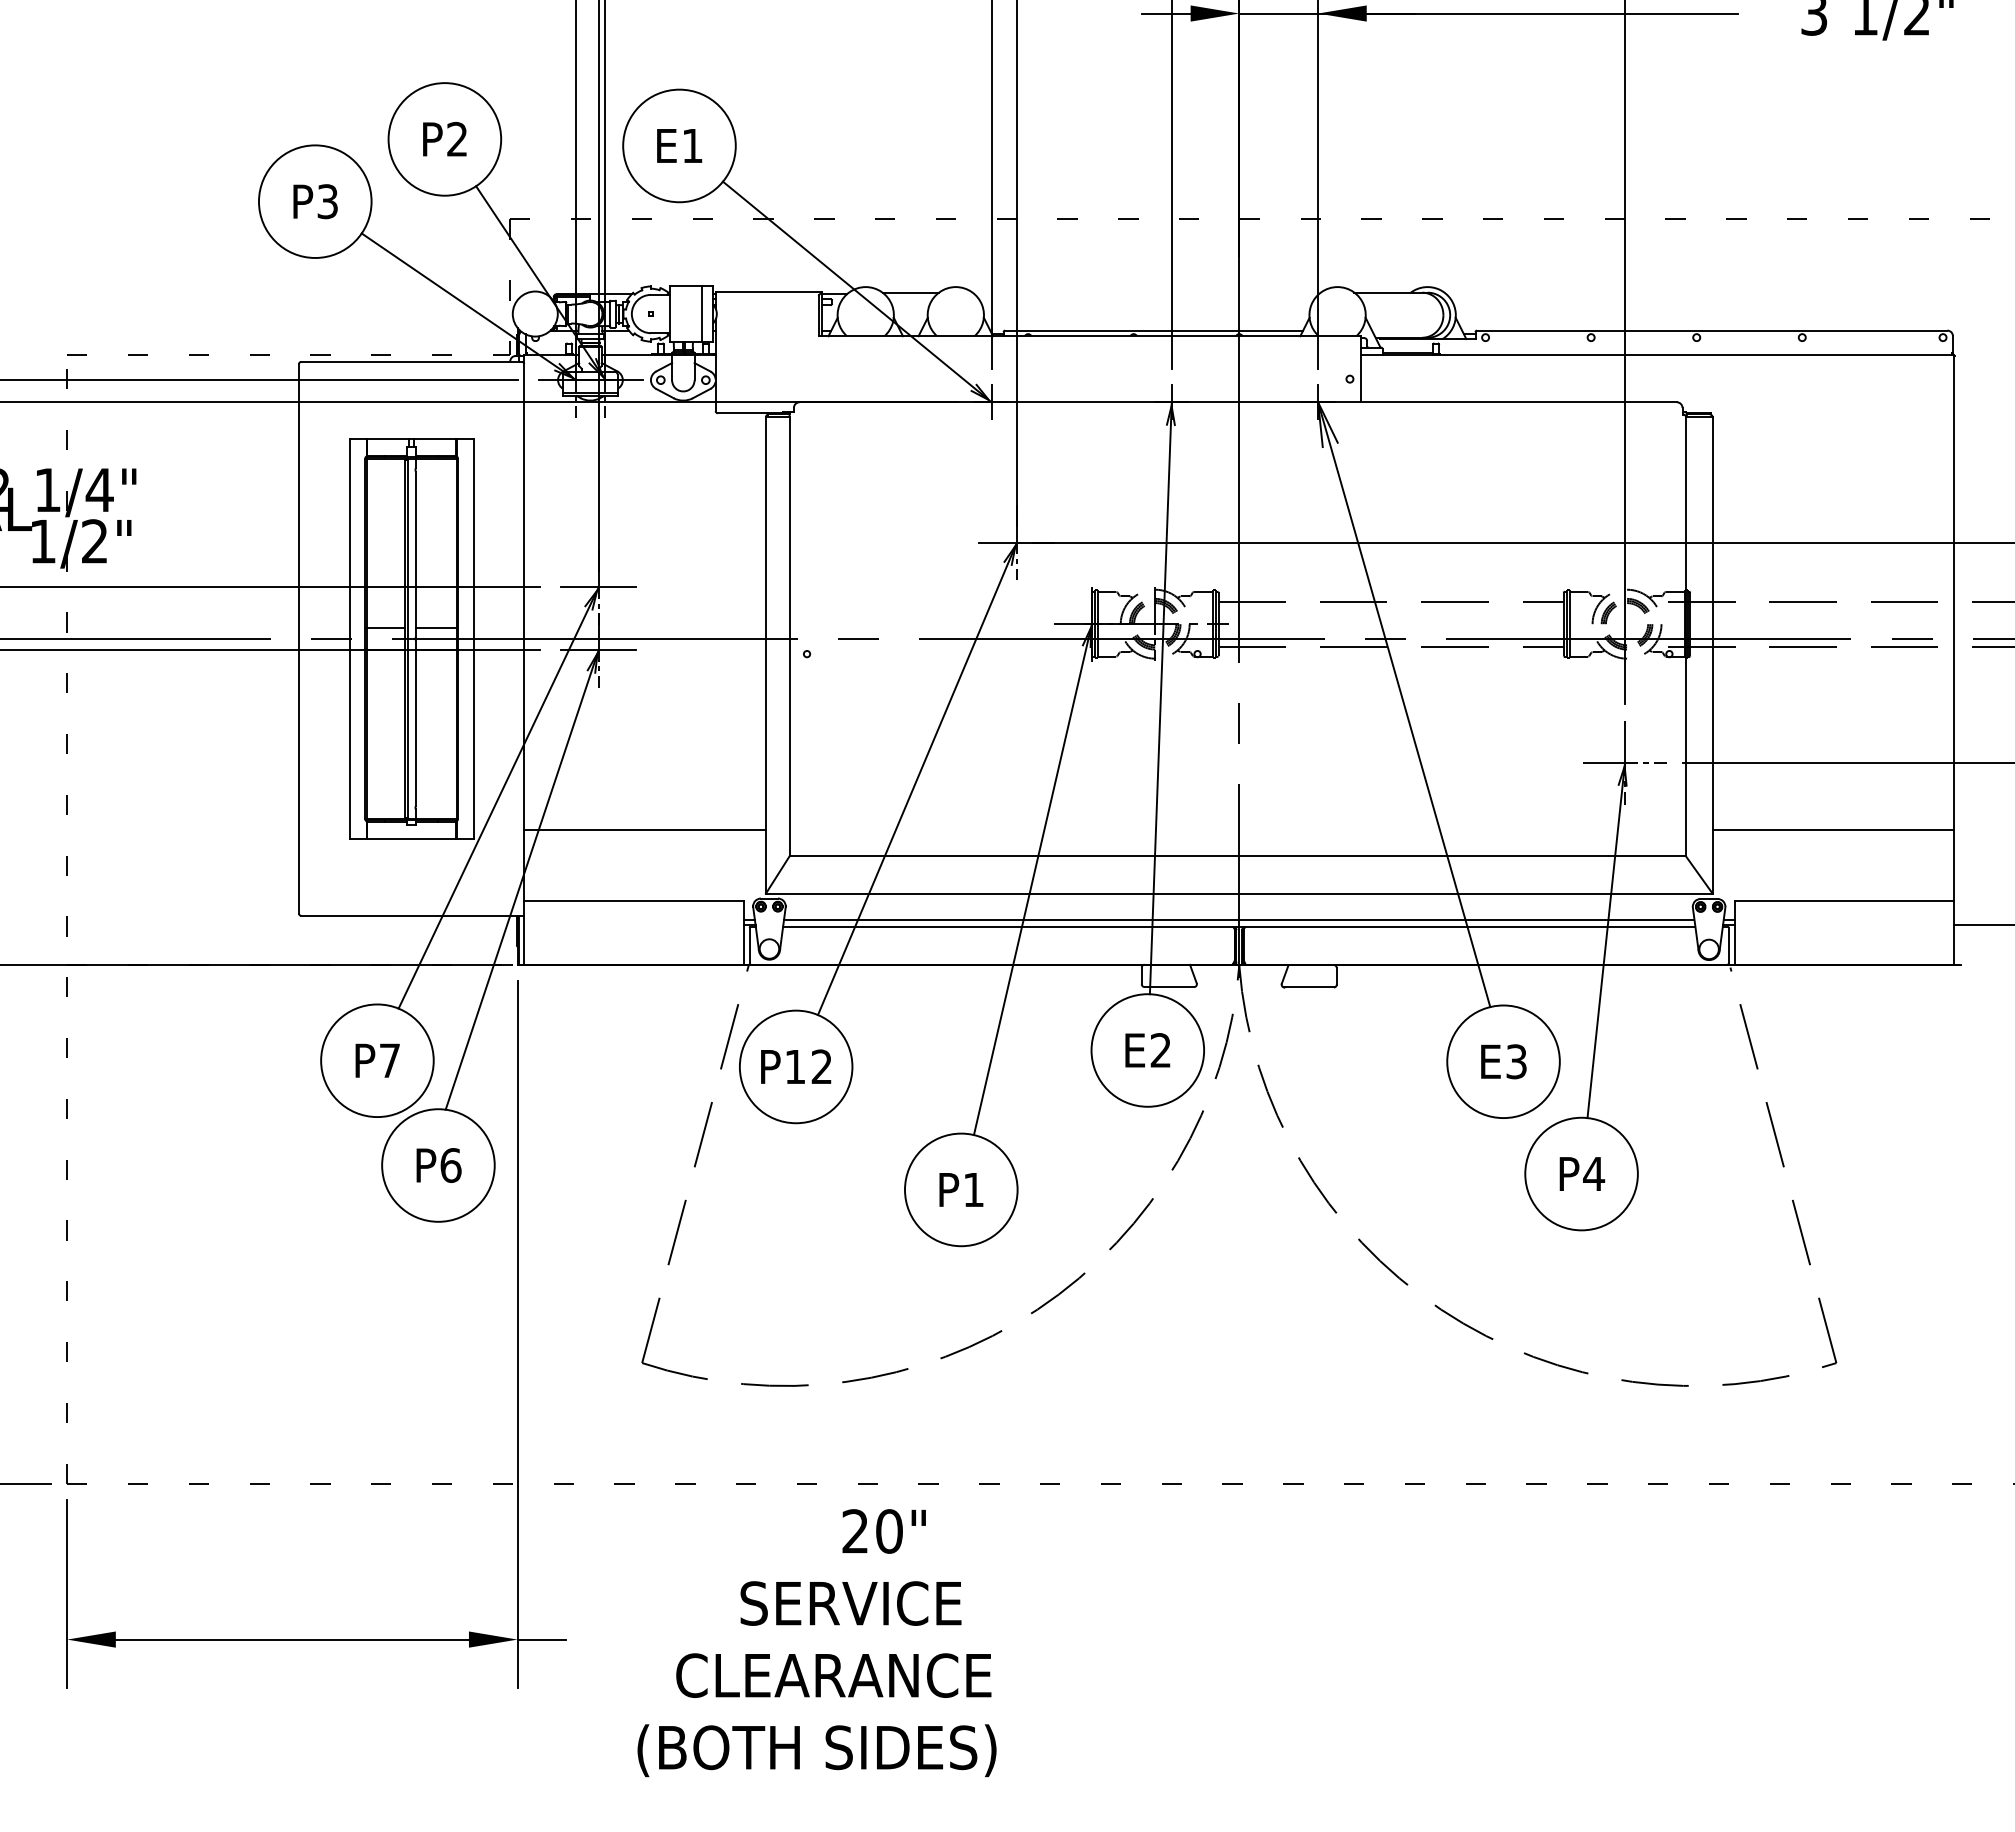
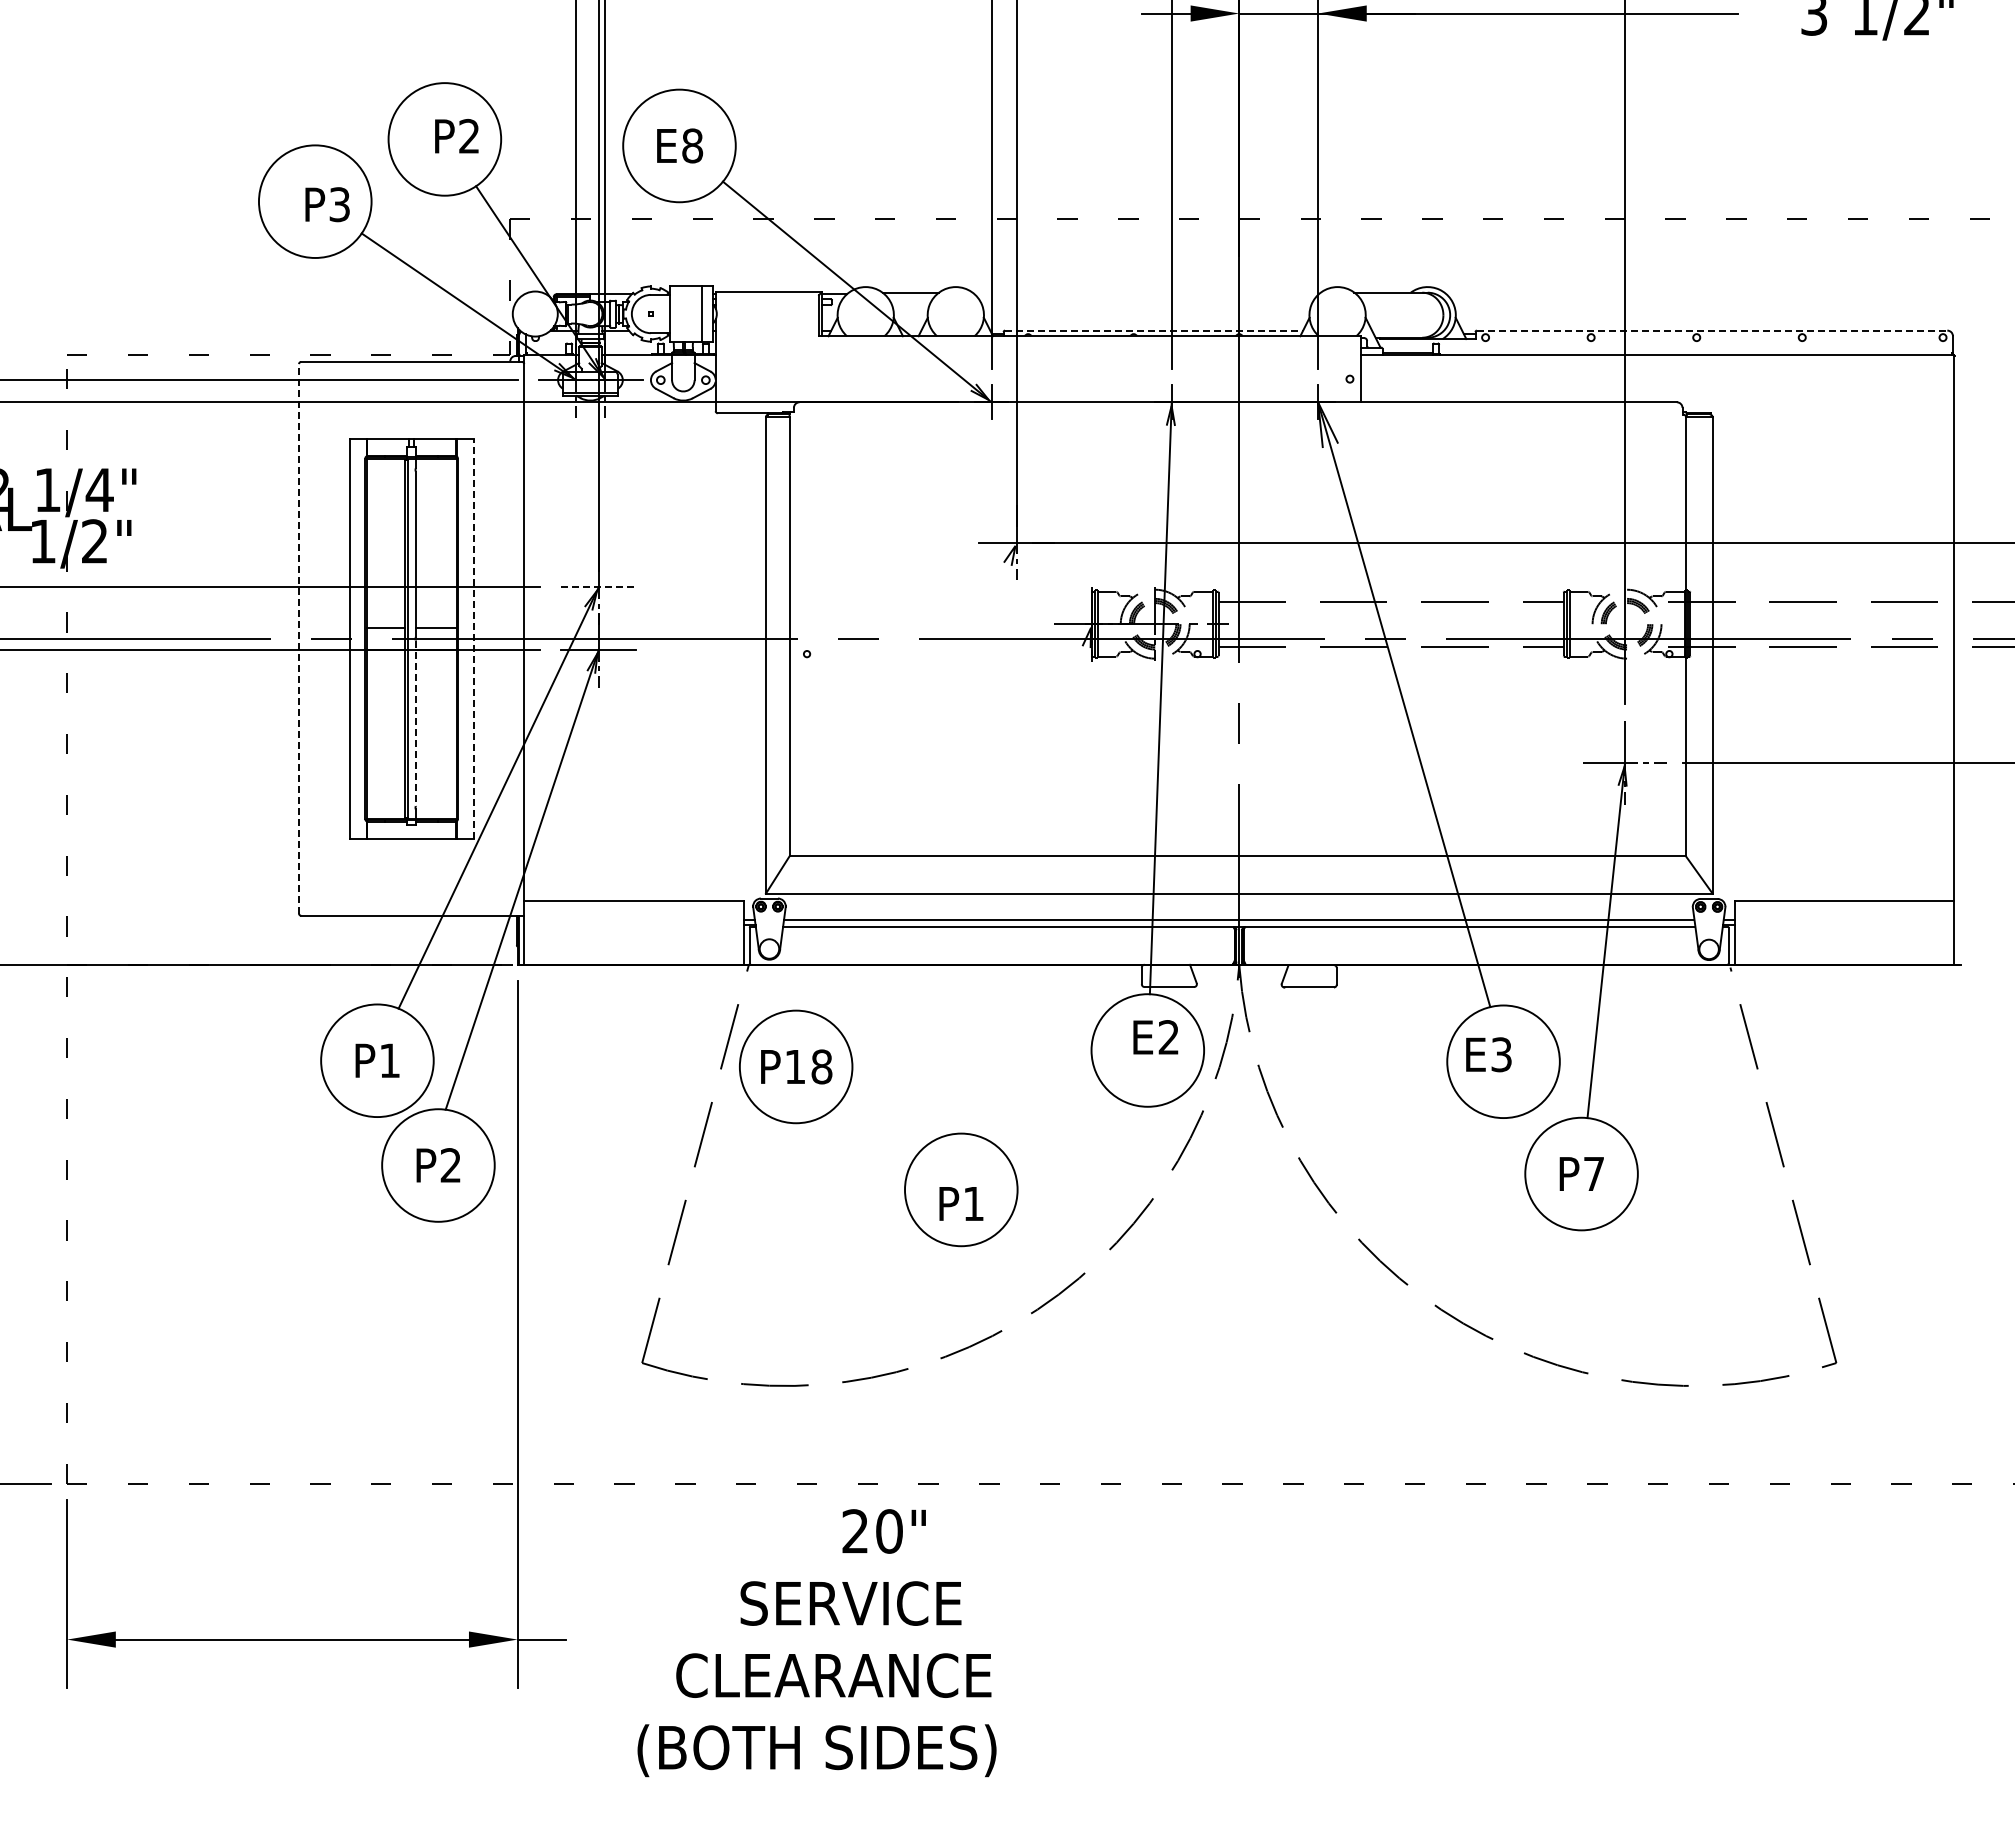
text at (444, 139) position: (444, 139) -> (456, 136)
text at (692, 145): E1 -> E8
text at (315, 201) position: (315, 201) -> (327, 204)
line at (1154, 330): solid -> dashed
line at (1712, 330): solid -> dashed
line at (598, 587): solid -> dashed
line at (299, 638): solid -> dashed
line at (473, 638): solid -> dashed
line at (415, 723): solid -> dashed
line at (916, 778): present -> none
line at (644, 829): present -> none
line at (1833, 829): present -> none
line at (1032, 879): present -> none
line at (1982, 925): present -> none
text at (1147, 1050) position: (1147, 1050) -> (1155, 1037)
text at (389, 1060): P7 -> P1
text at (1503, 1061) position: (1503, 1061) -> (1488, 1054)
text at (821, 1066): P12 -> P18
text at (450, 1165): P6 -> P2
text at (1594, 1173): P4 -> P7
text at (961, 1189) position: (961, 1189) -> (961, 1203)
